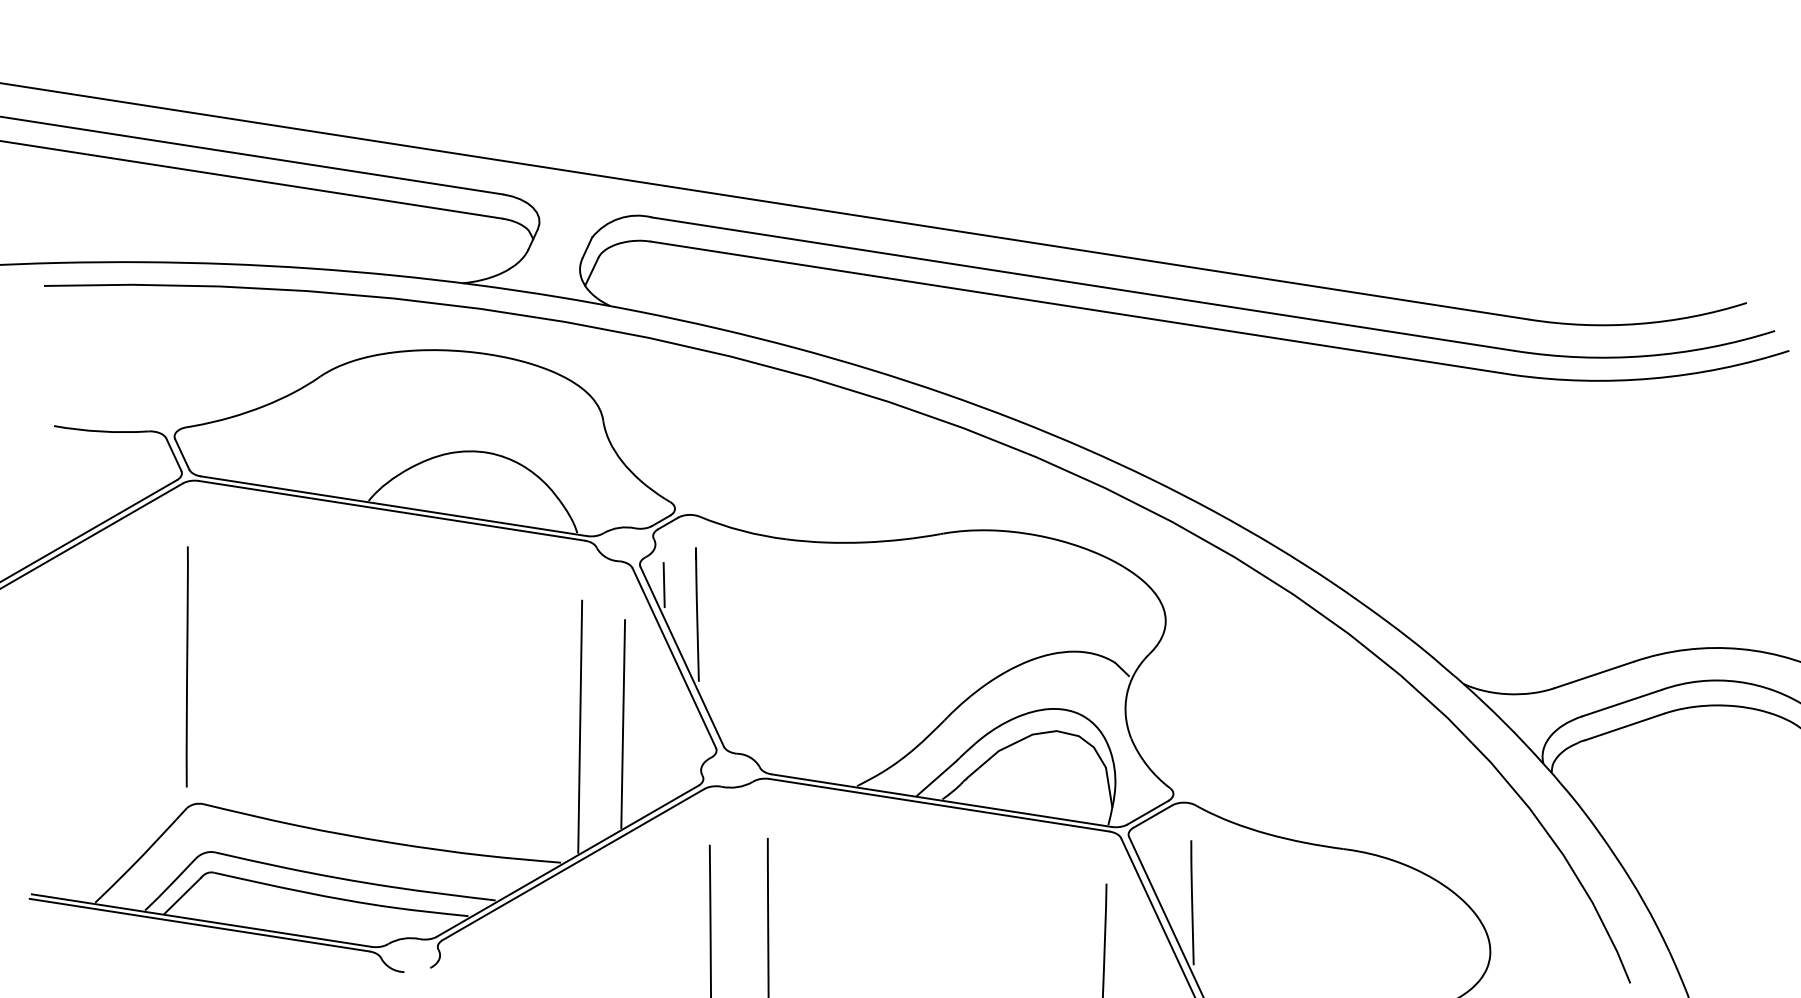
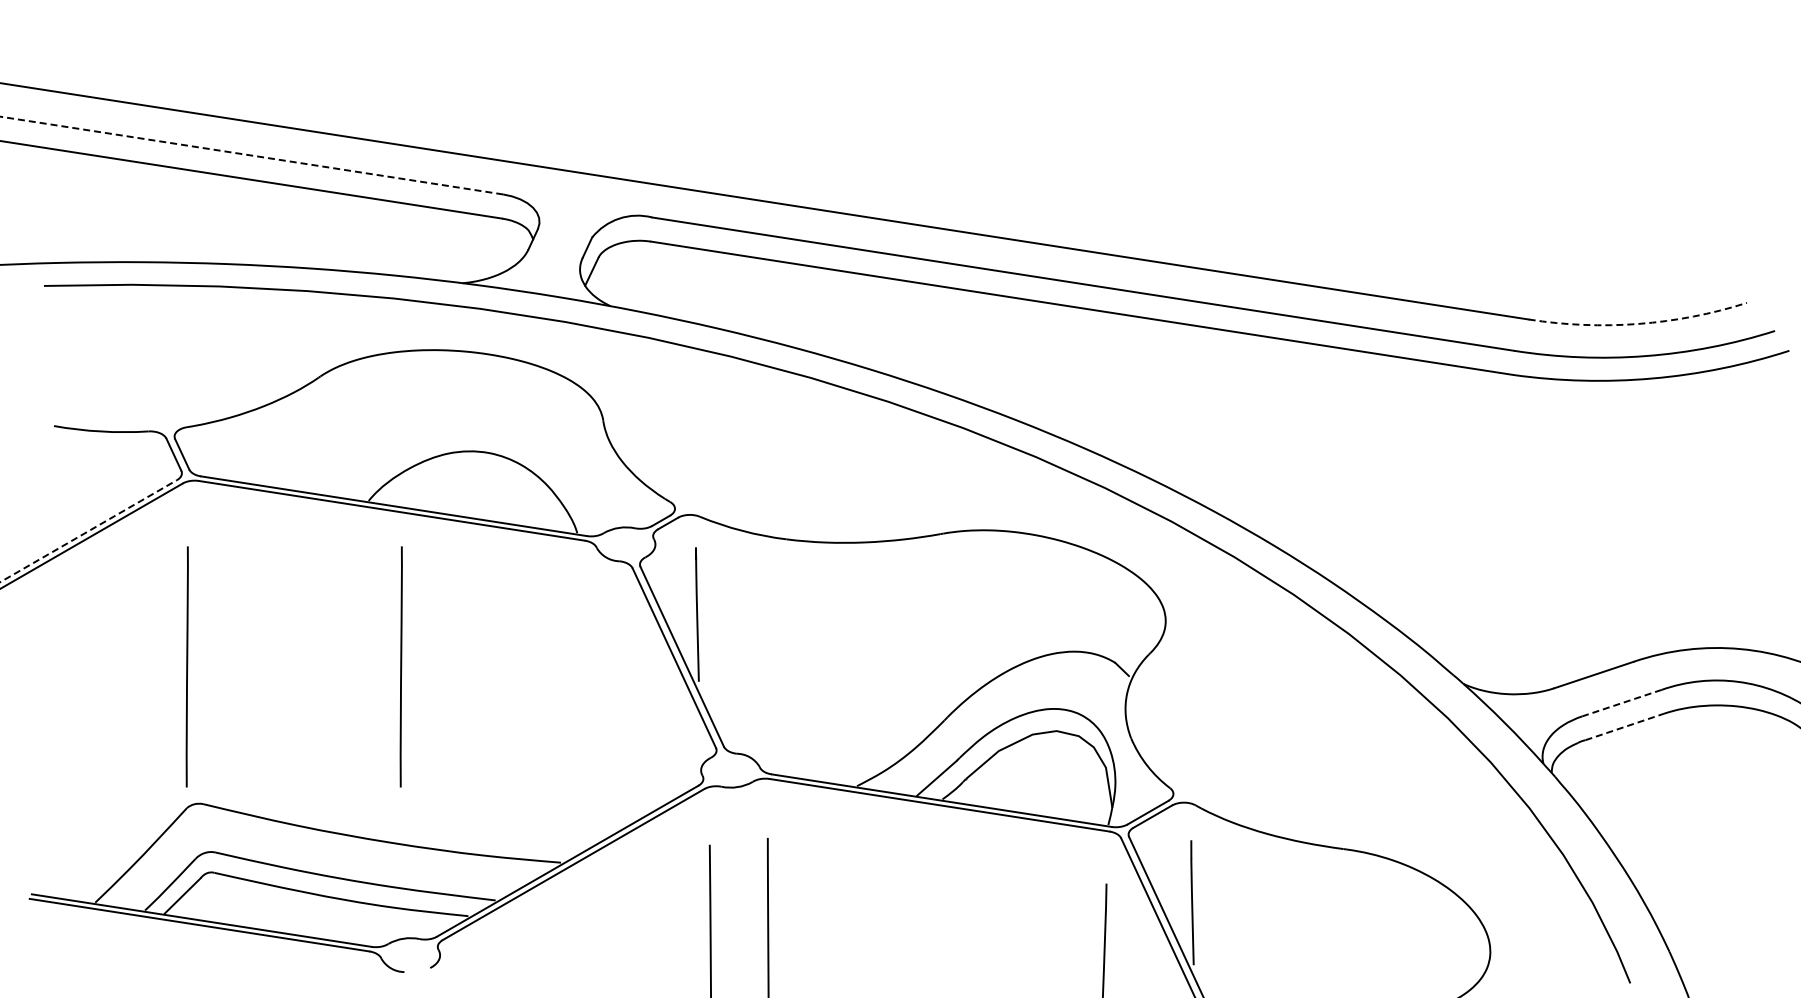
line at (251, 155): solid -> dashed
arc at (1638, 323): solid -> dashed
line at (88, 531): solid -> dashed
line at (663, 585): present -> none
line at (400, 666): none -> present
line at (1622, 703): solid -> dashed
line at (623, 723): present -> none
line at (580, 726): present -> none
line at (1625, 726): solid -> dashed
